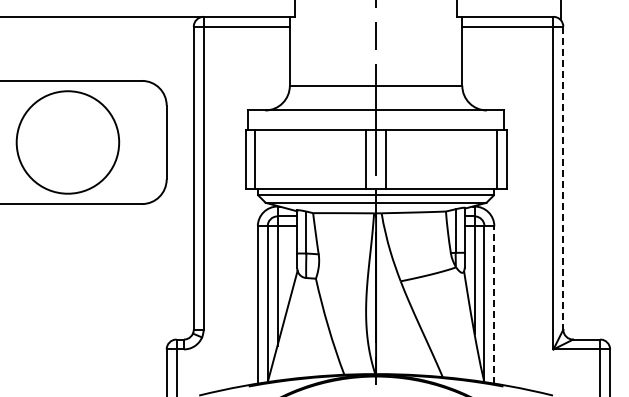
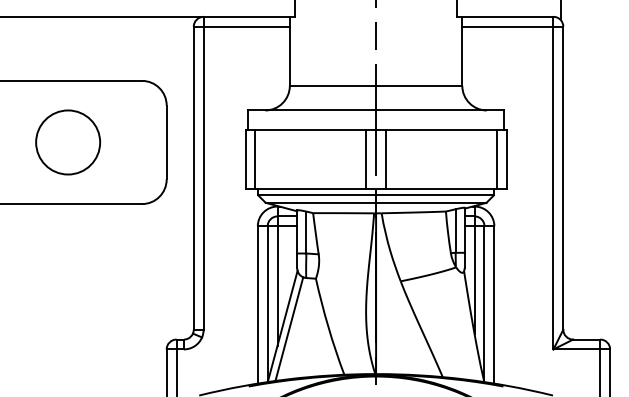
circle at (67, 142) size: 106x105 px -> 67x67 px
line at (563, 178): dashed -> solid
line at (494, 304): dashed -> solid
line at (289, 328): none -> present
